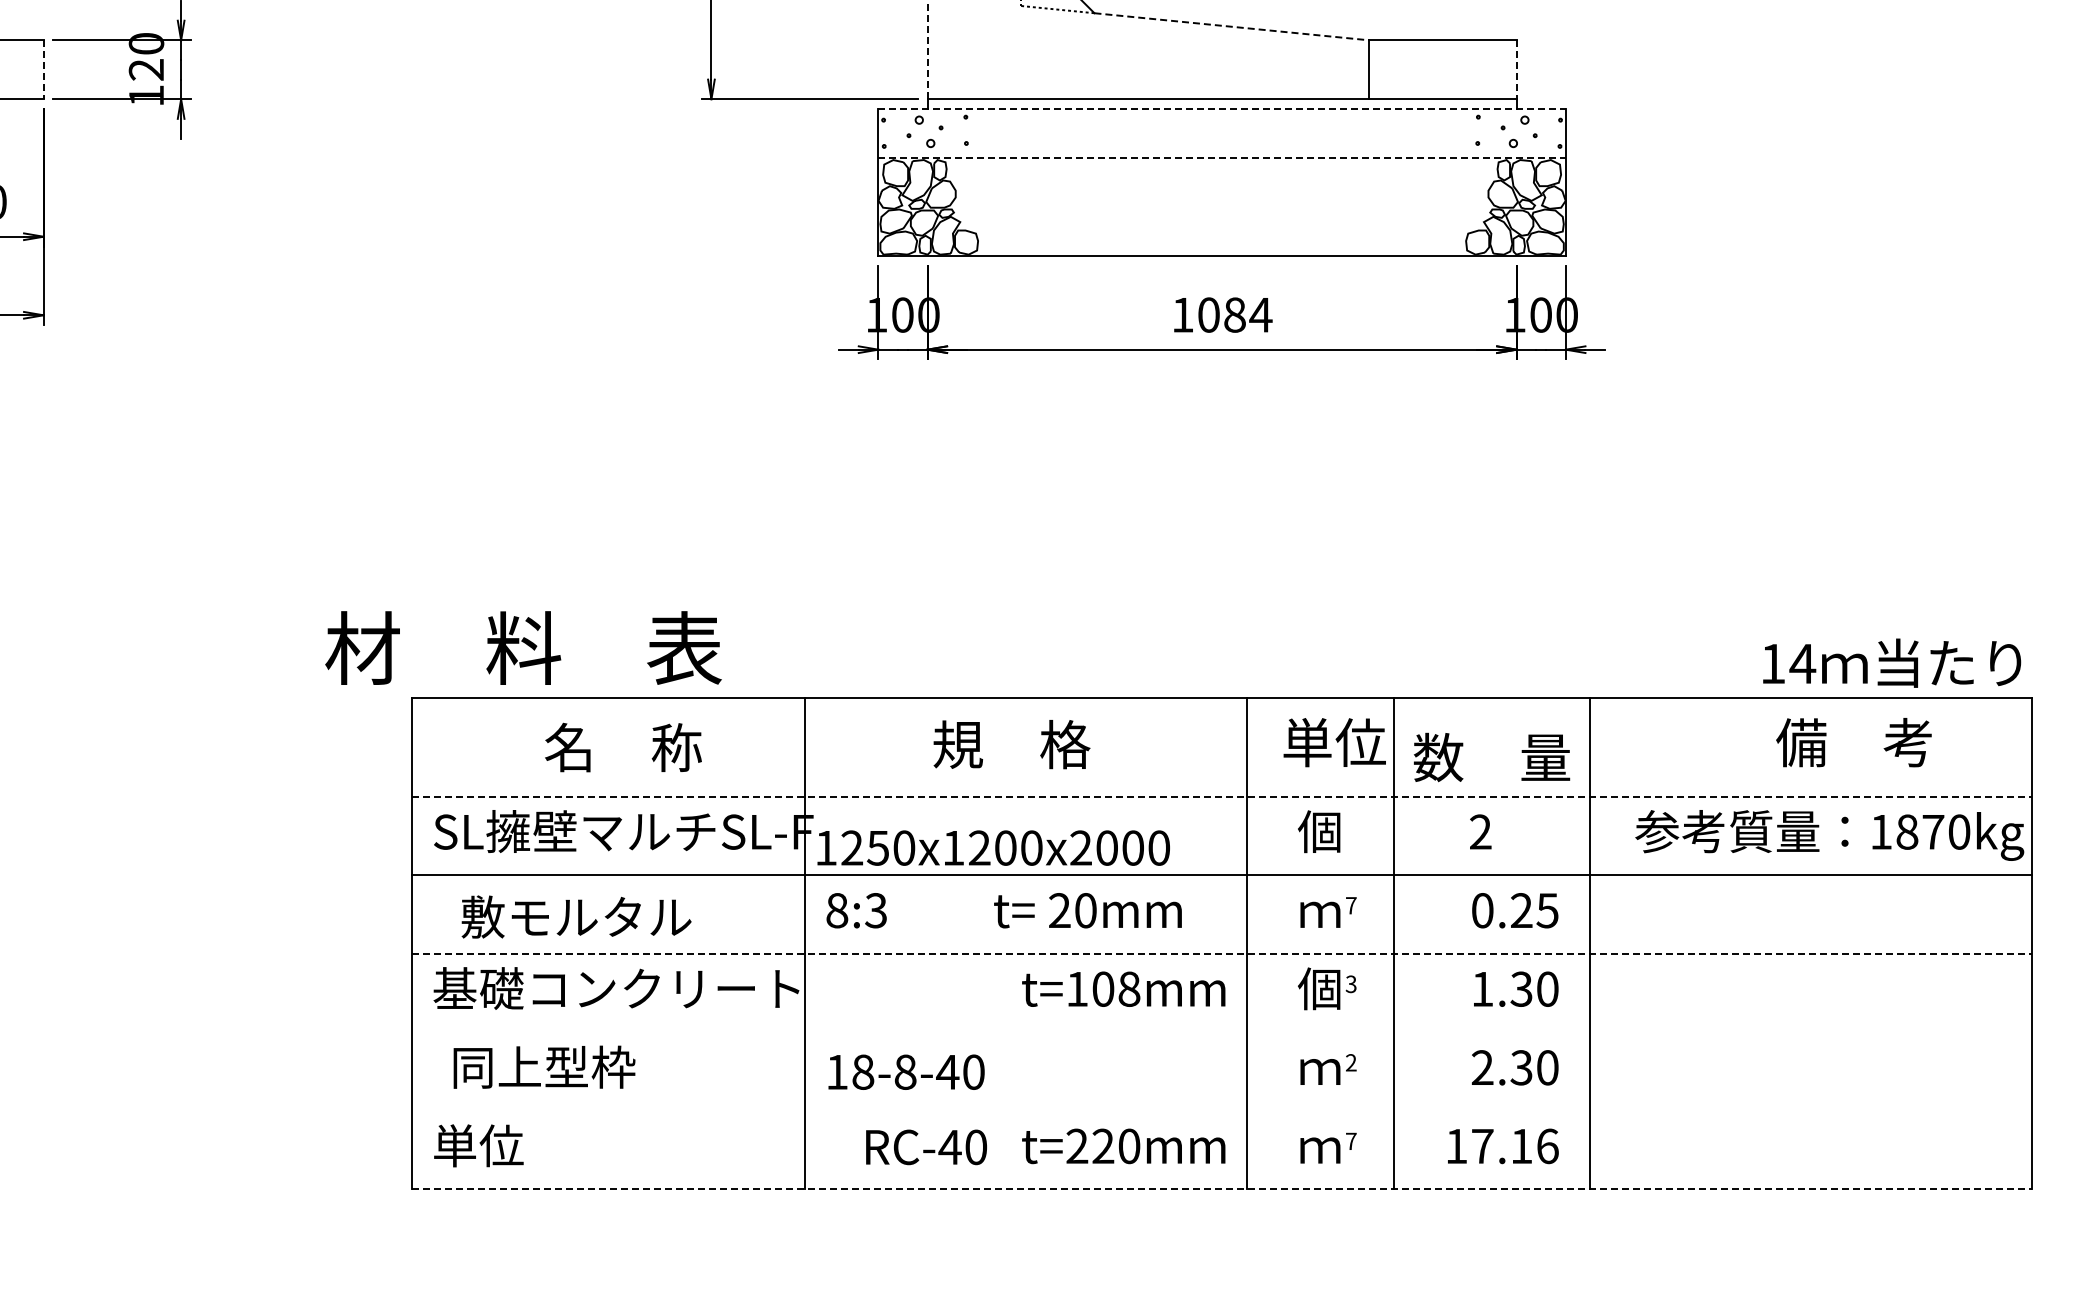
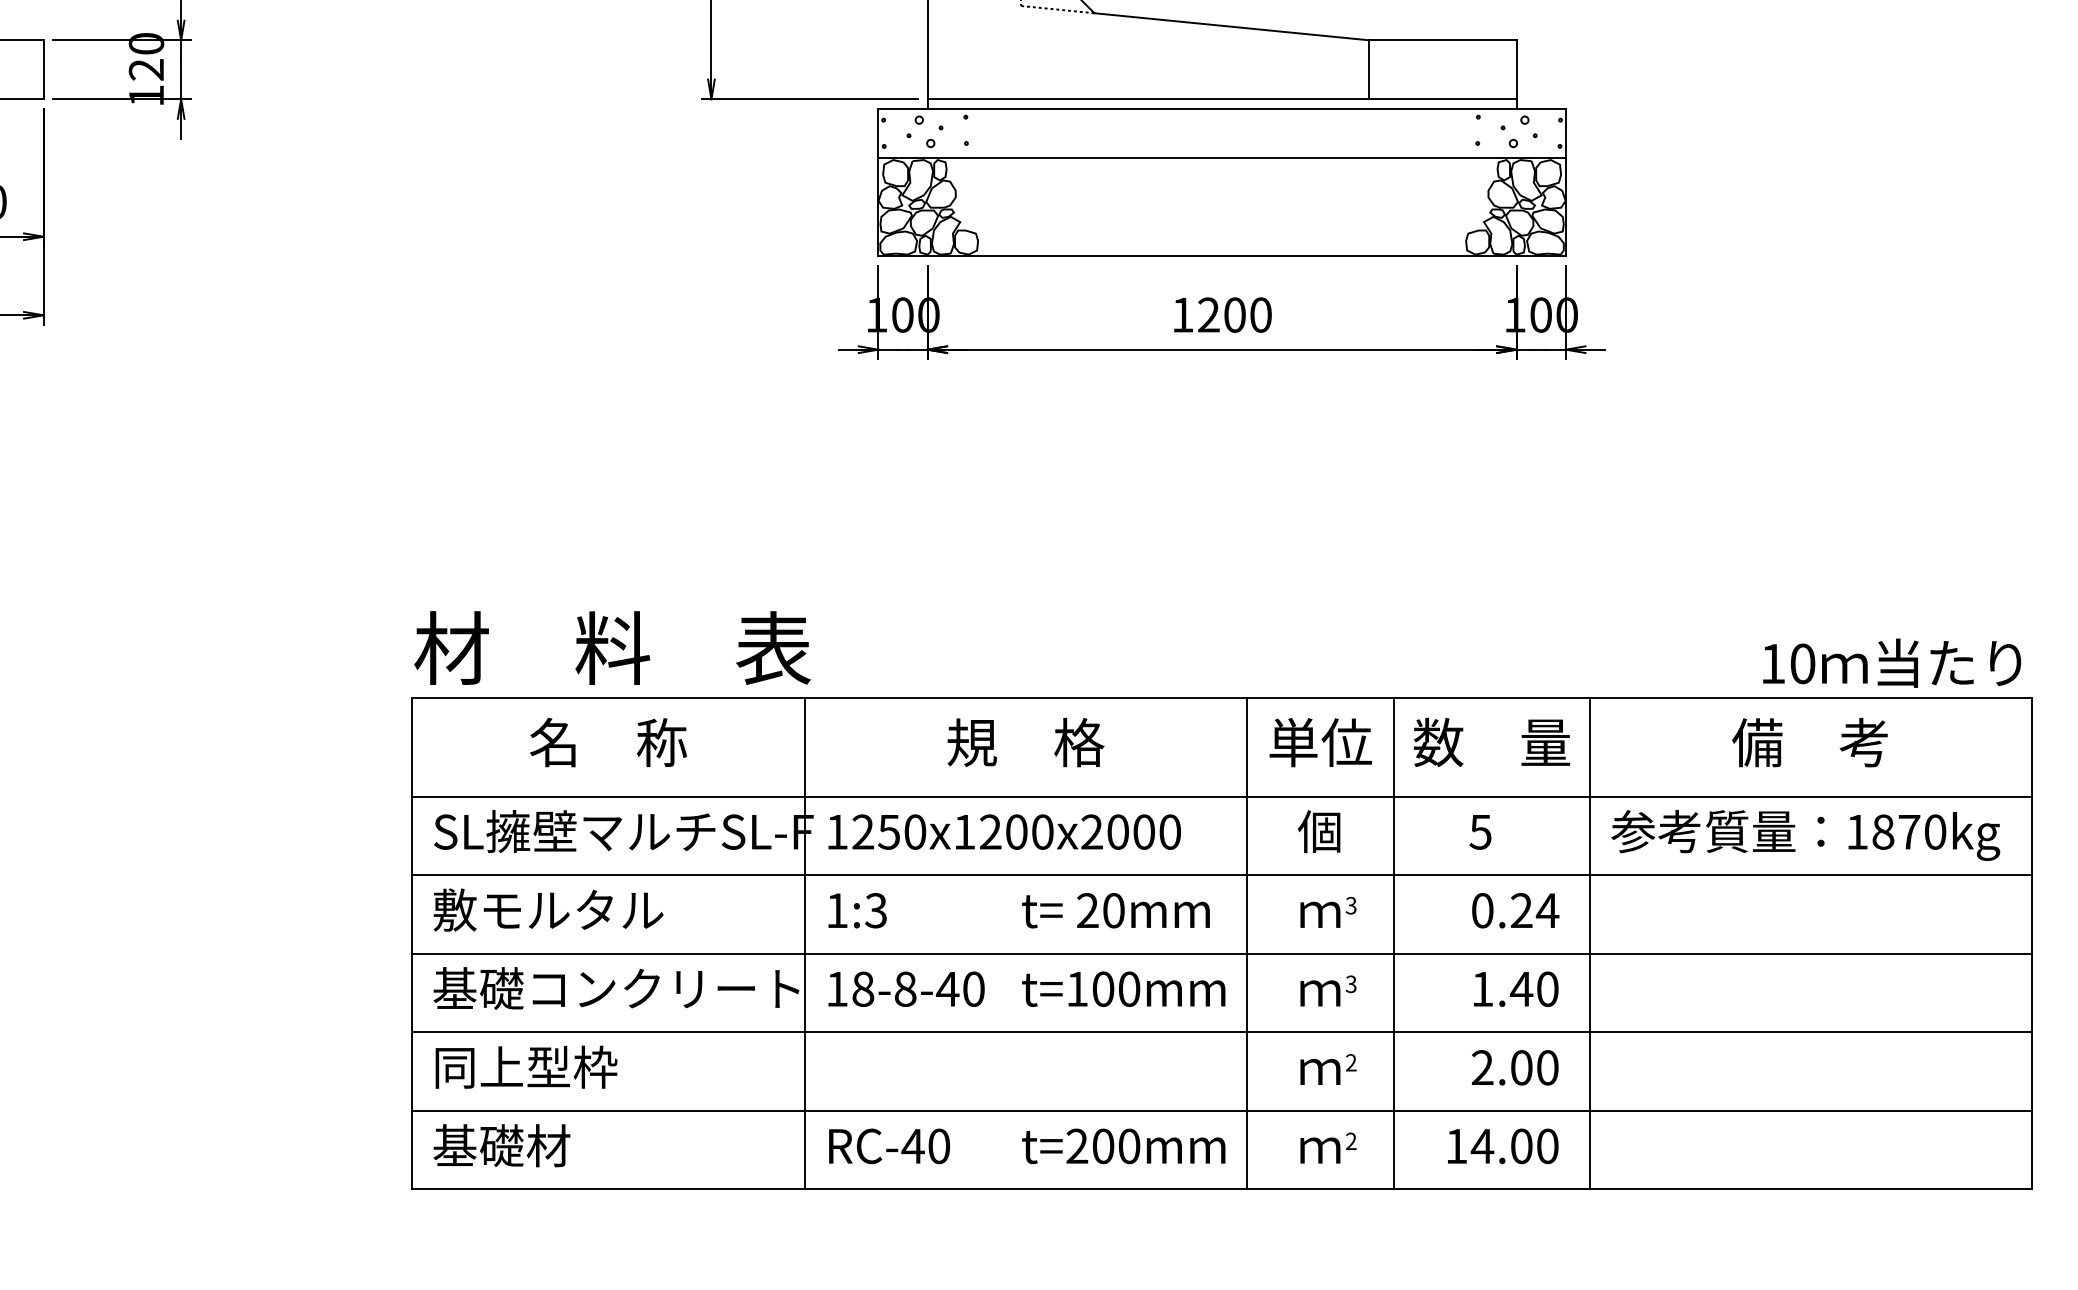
line at (1232, 26): dashed -> solid
line at (927, 49): dashed -> solid
line at (43, 70): dashed -> solid
line at (1516, 70): dashed -> solid
line at (1222, 109): dashed -> solid
line at (1222, 158): dashed -> solid
text at (1235, 314): 1084 -> 1200
text at (523, 647) position: (523, 647) -> (612, 647)
text at (1802, 663): 14 -> 10
text at (1334, 742) position: (1334, 742) -> (1320, 742)
text at (1853, 742) position: (1853, 742) -> (1809, 742)
text at (1011, 744) position: (1011, 744) -> (1025, 742)
text at (623, 747) position: (623, 747) -> (608, 742)
text at (1492, 757) position: (1492, 757) -> (1492, 742)
line at (1222, 796): dashed -> solid
text at (1480, 831): 2 -> 5
text at (1829, 835) position: (1829, 835) -> (1805, 835)
text at (993, 847) position: (993, 847) -> (1004, 831)
text at (1350, 905): 7 -> 3
text at (837, 910): 8:3 -> 1:3
text at (1087, 910) position: (1087, 910) -> (1115, 910)
text at (1547, 910): 0.25 -> 0.24
text at (576, 916) position: (576, 916) -> (548, 909)
line at (1222, 953): dashed -> solid
text at (1129, 988): t=108mm -> t=100mm
text at (1318, 988): 個 -> ｍ
text at (1521, 988): 1.30 -> 1.40
line at (1221, 1032): none -> present
text at (544, 1066) position: (544, 1066) -> (526, 1066)
text at (1521, 1067): 2.30 -> 2.00
text at (906, 1071) position: (906, 1071) -> (906, 988)
line at (1221, 1110): none -> present
text at (1351, 1140): 7 -> 2
text at (501, 1145): 単位 -> 基礎材
text at (1103, 1146): t=220mm -> t=200mm
text at (1514, 1146): 17.16 -> 14.00
text at (926, 1147) position: (926, 1147) -> (889, 1146)
line at (1222, 1189): dashed -> solid
